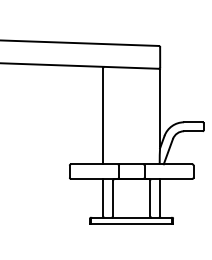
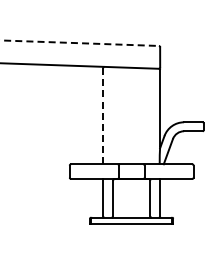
line at (80, 43): solid -> dashed
line at (103, 116): solid -> dashed
